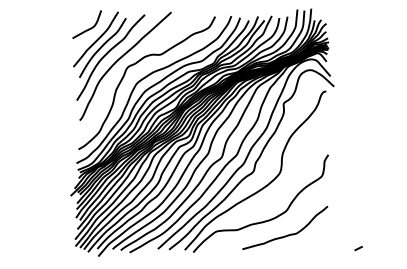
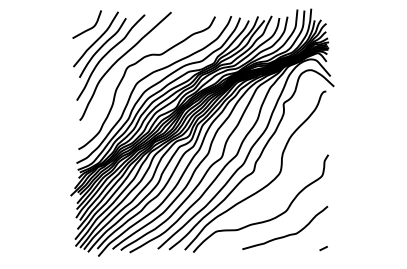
line at (358, 248) position: (358, 248) -> (323, 248)
